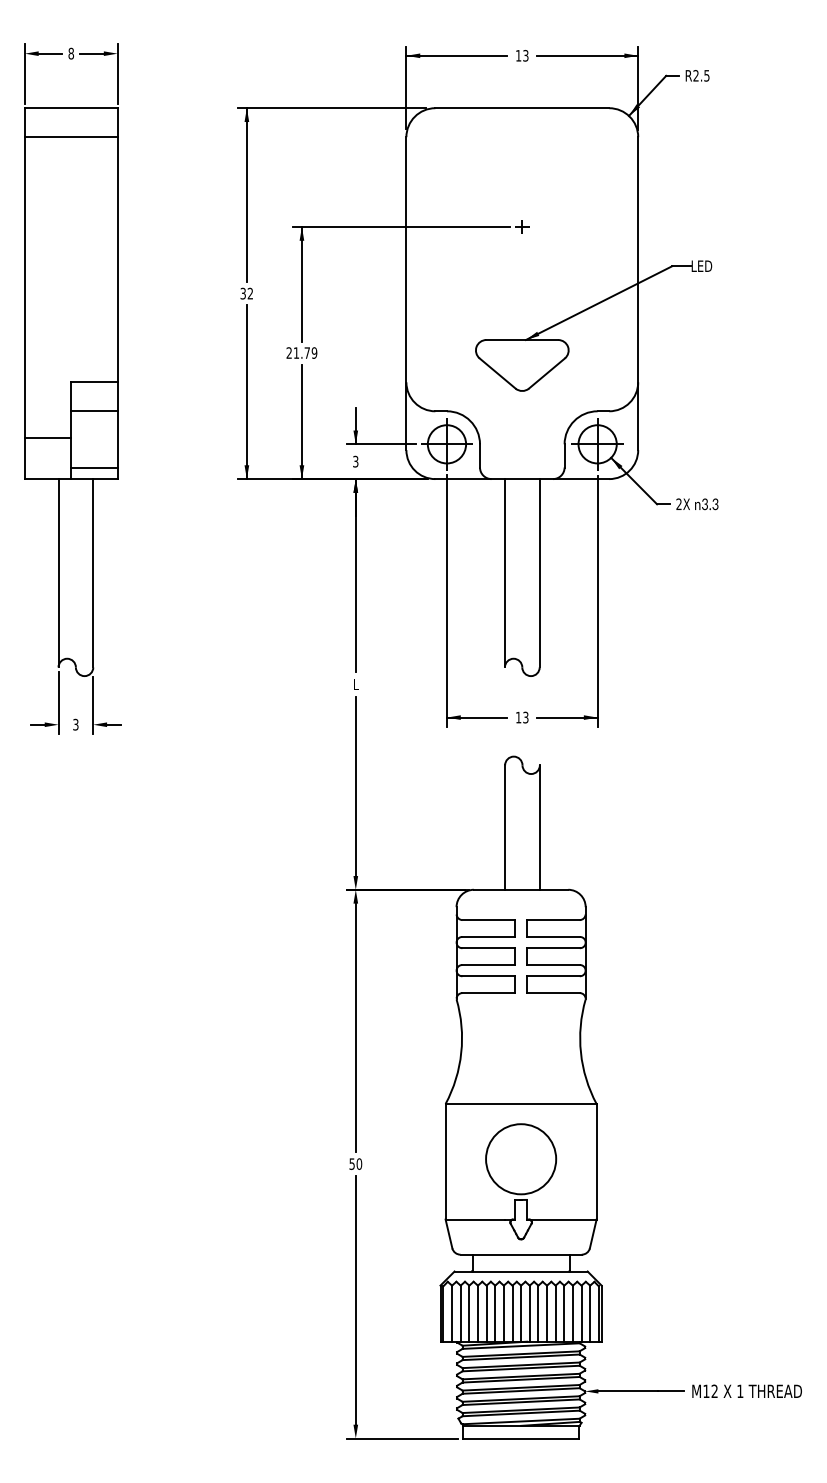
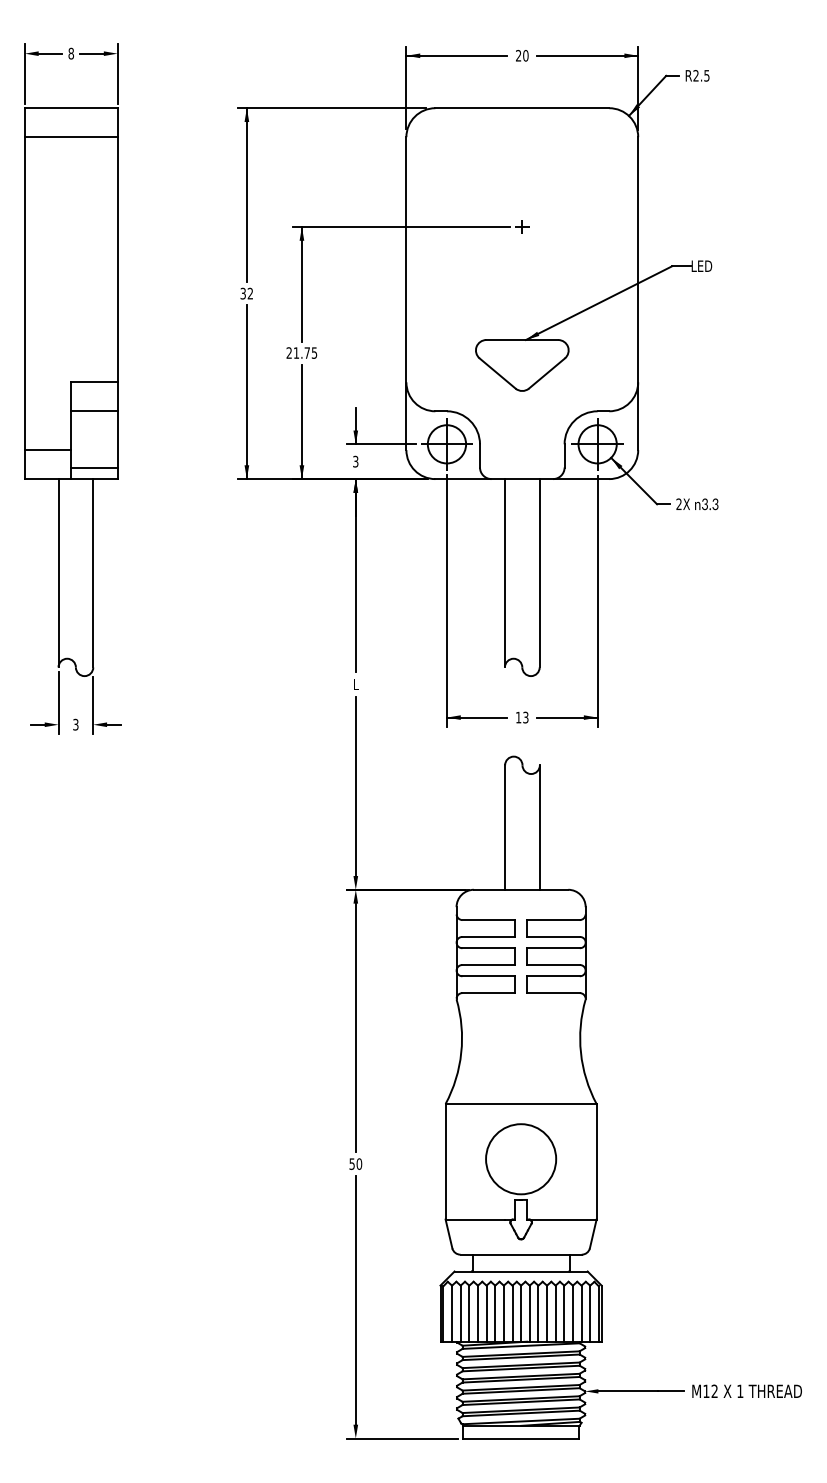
text at (522, 55): 13 -> 20
text at (314, 352): 21.79 -> 21.75
line at (47, 438) position: (47, 438) -> (47, 450)
